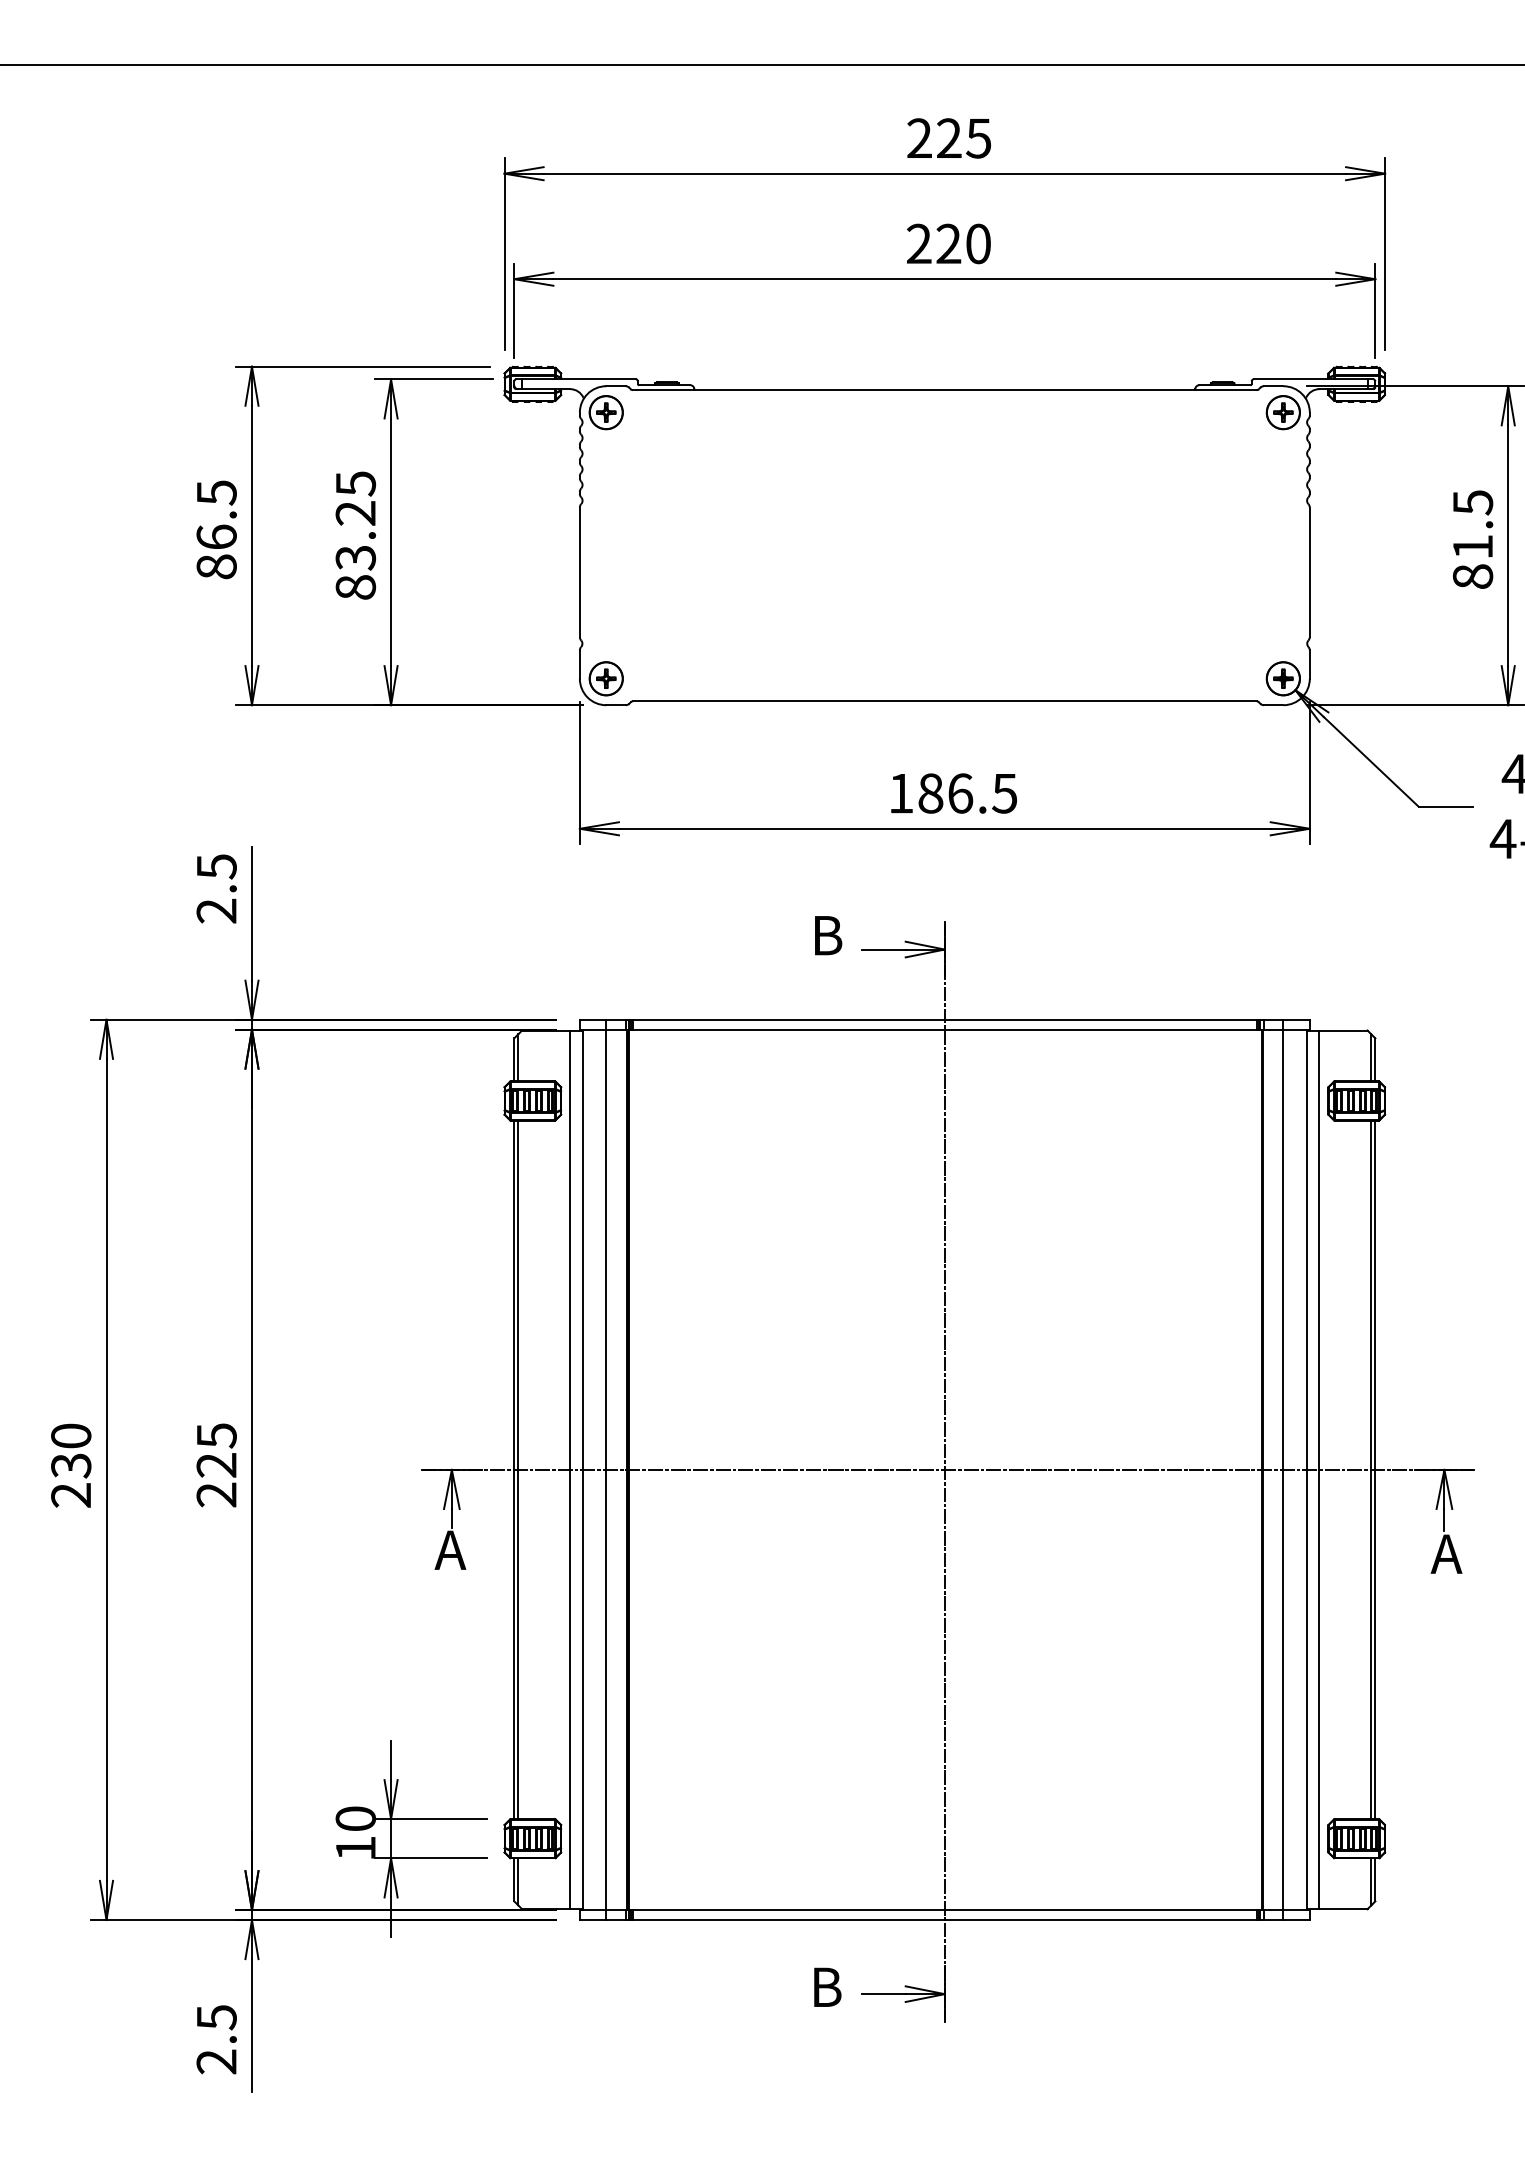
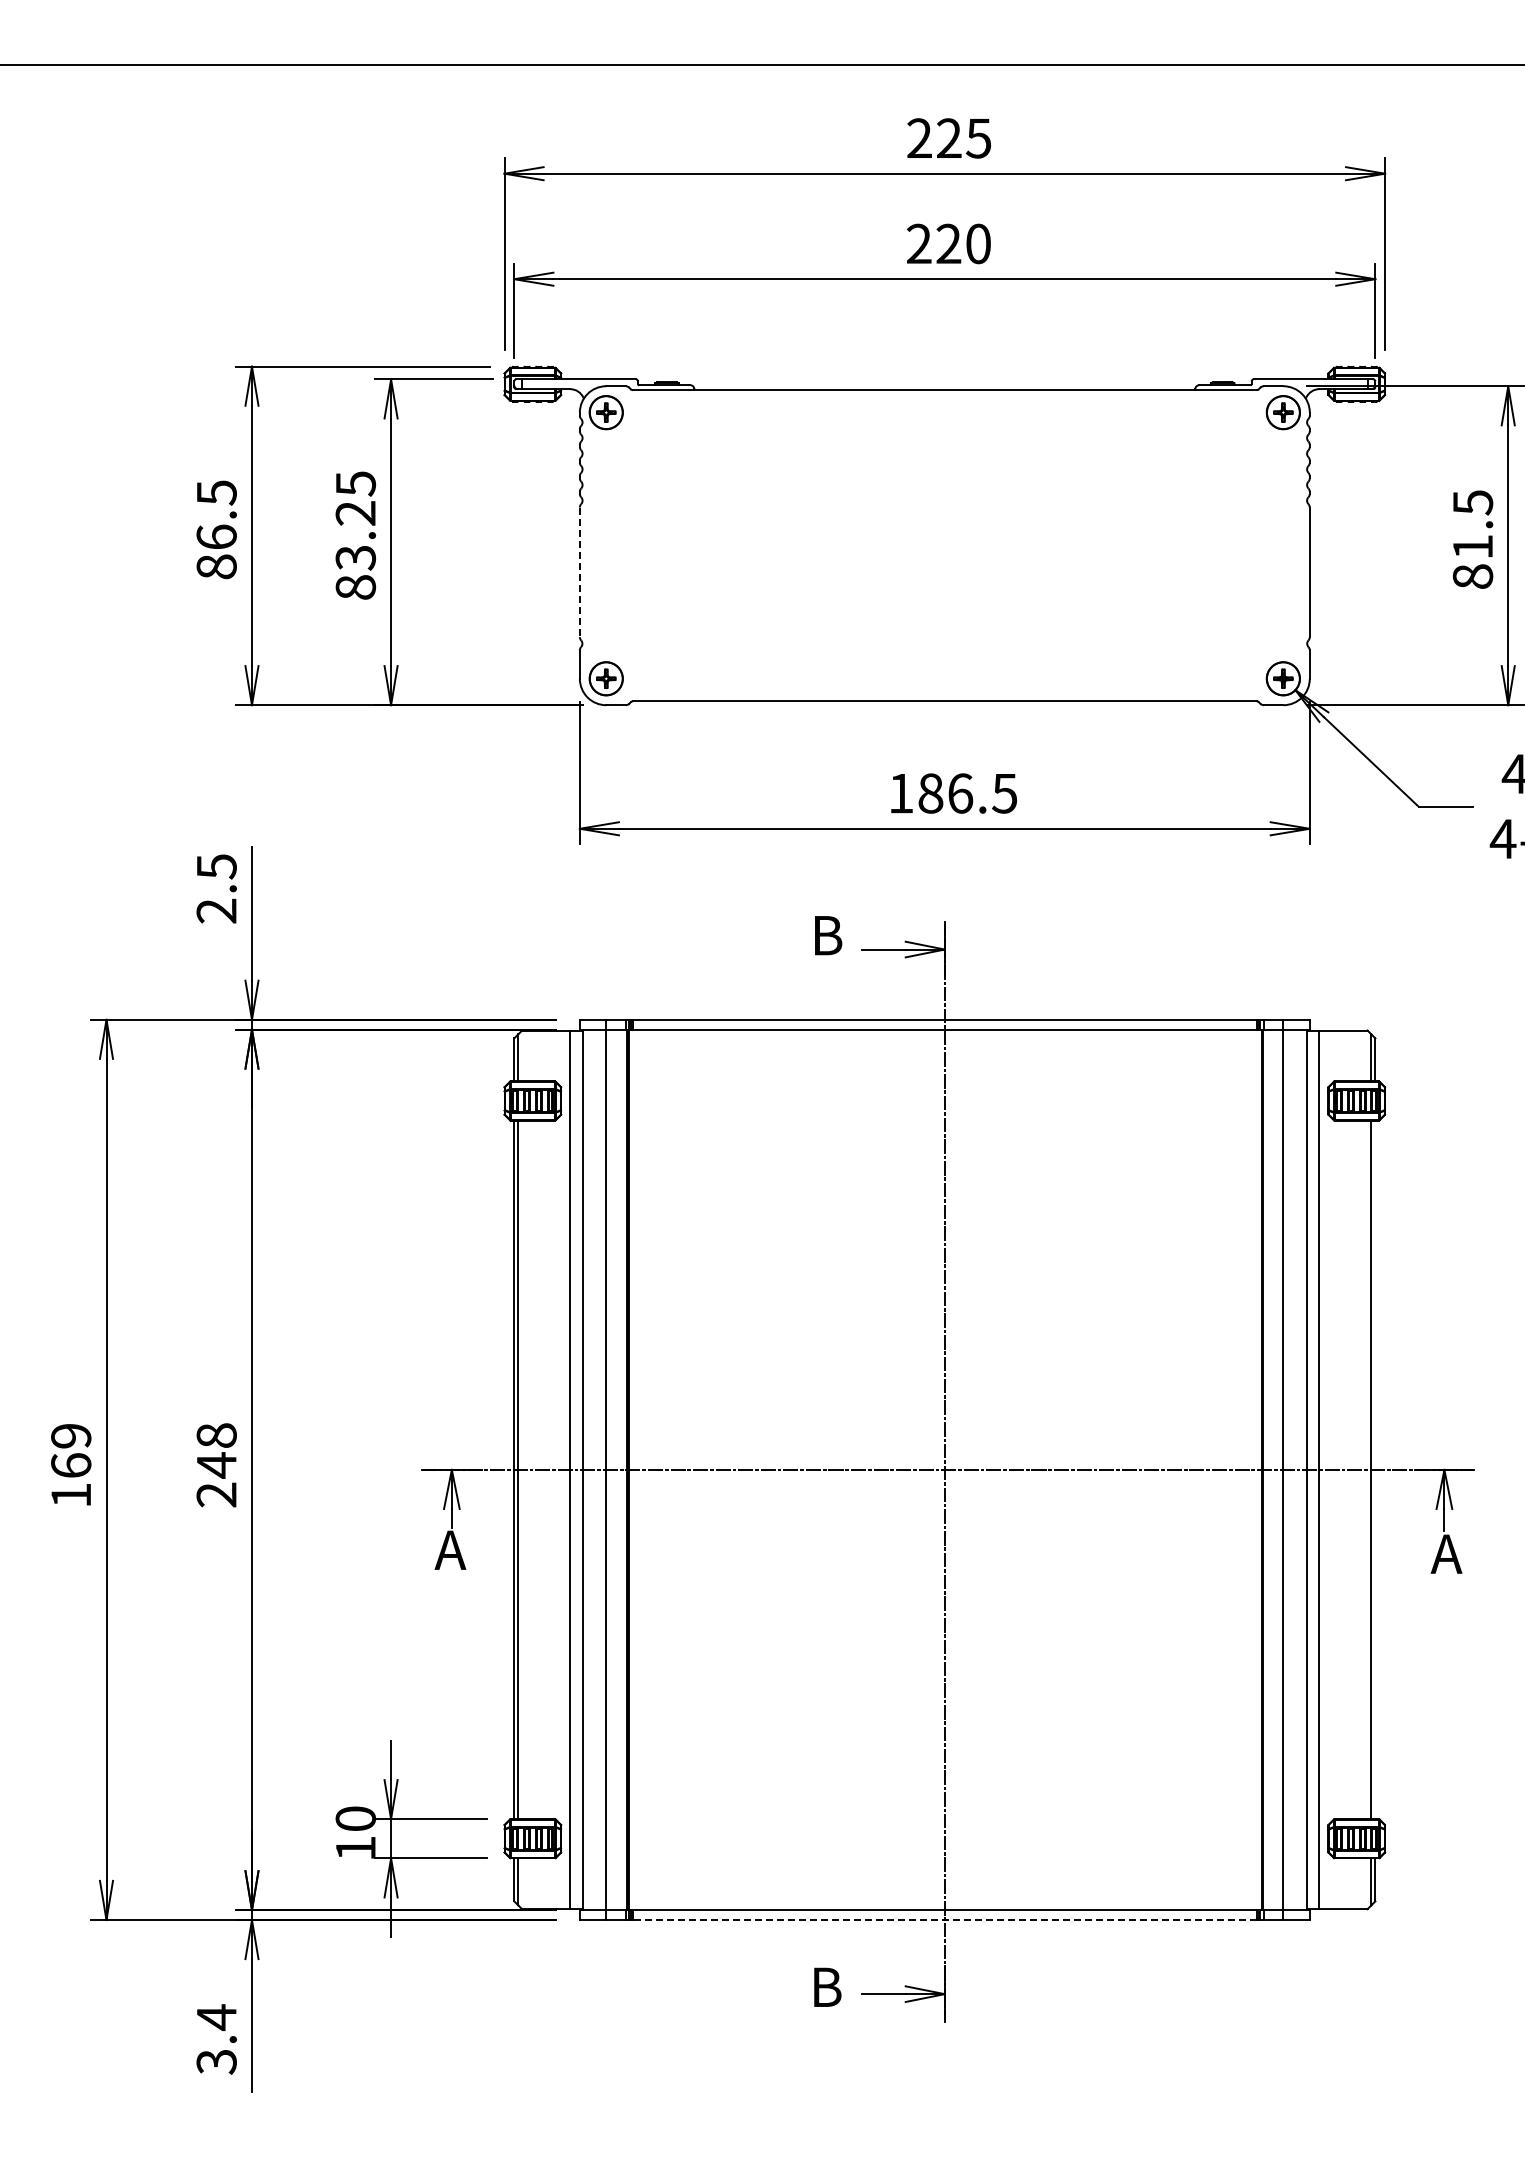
line at (579, 572): solid -> dashed
text at (216, 1450): 225 -> 248
text at (71, 1465): 230 -> 169
line at (1375, 1469): present -> none
line at (944, 1919): solid -> dashed
text at (216, 2039): 2.5 -> 3.4
